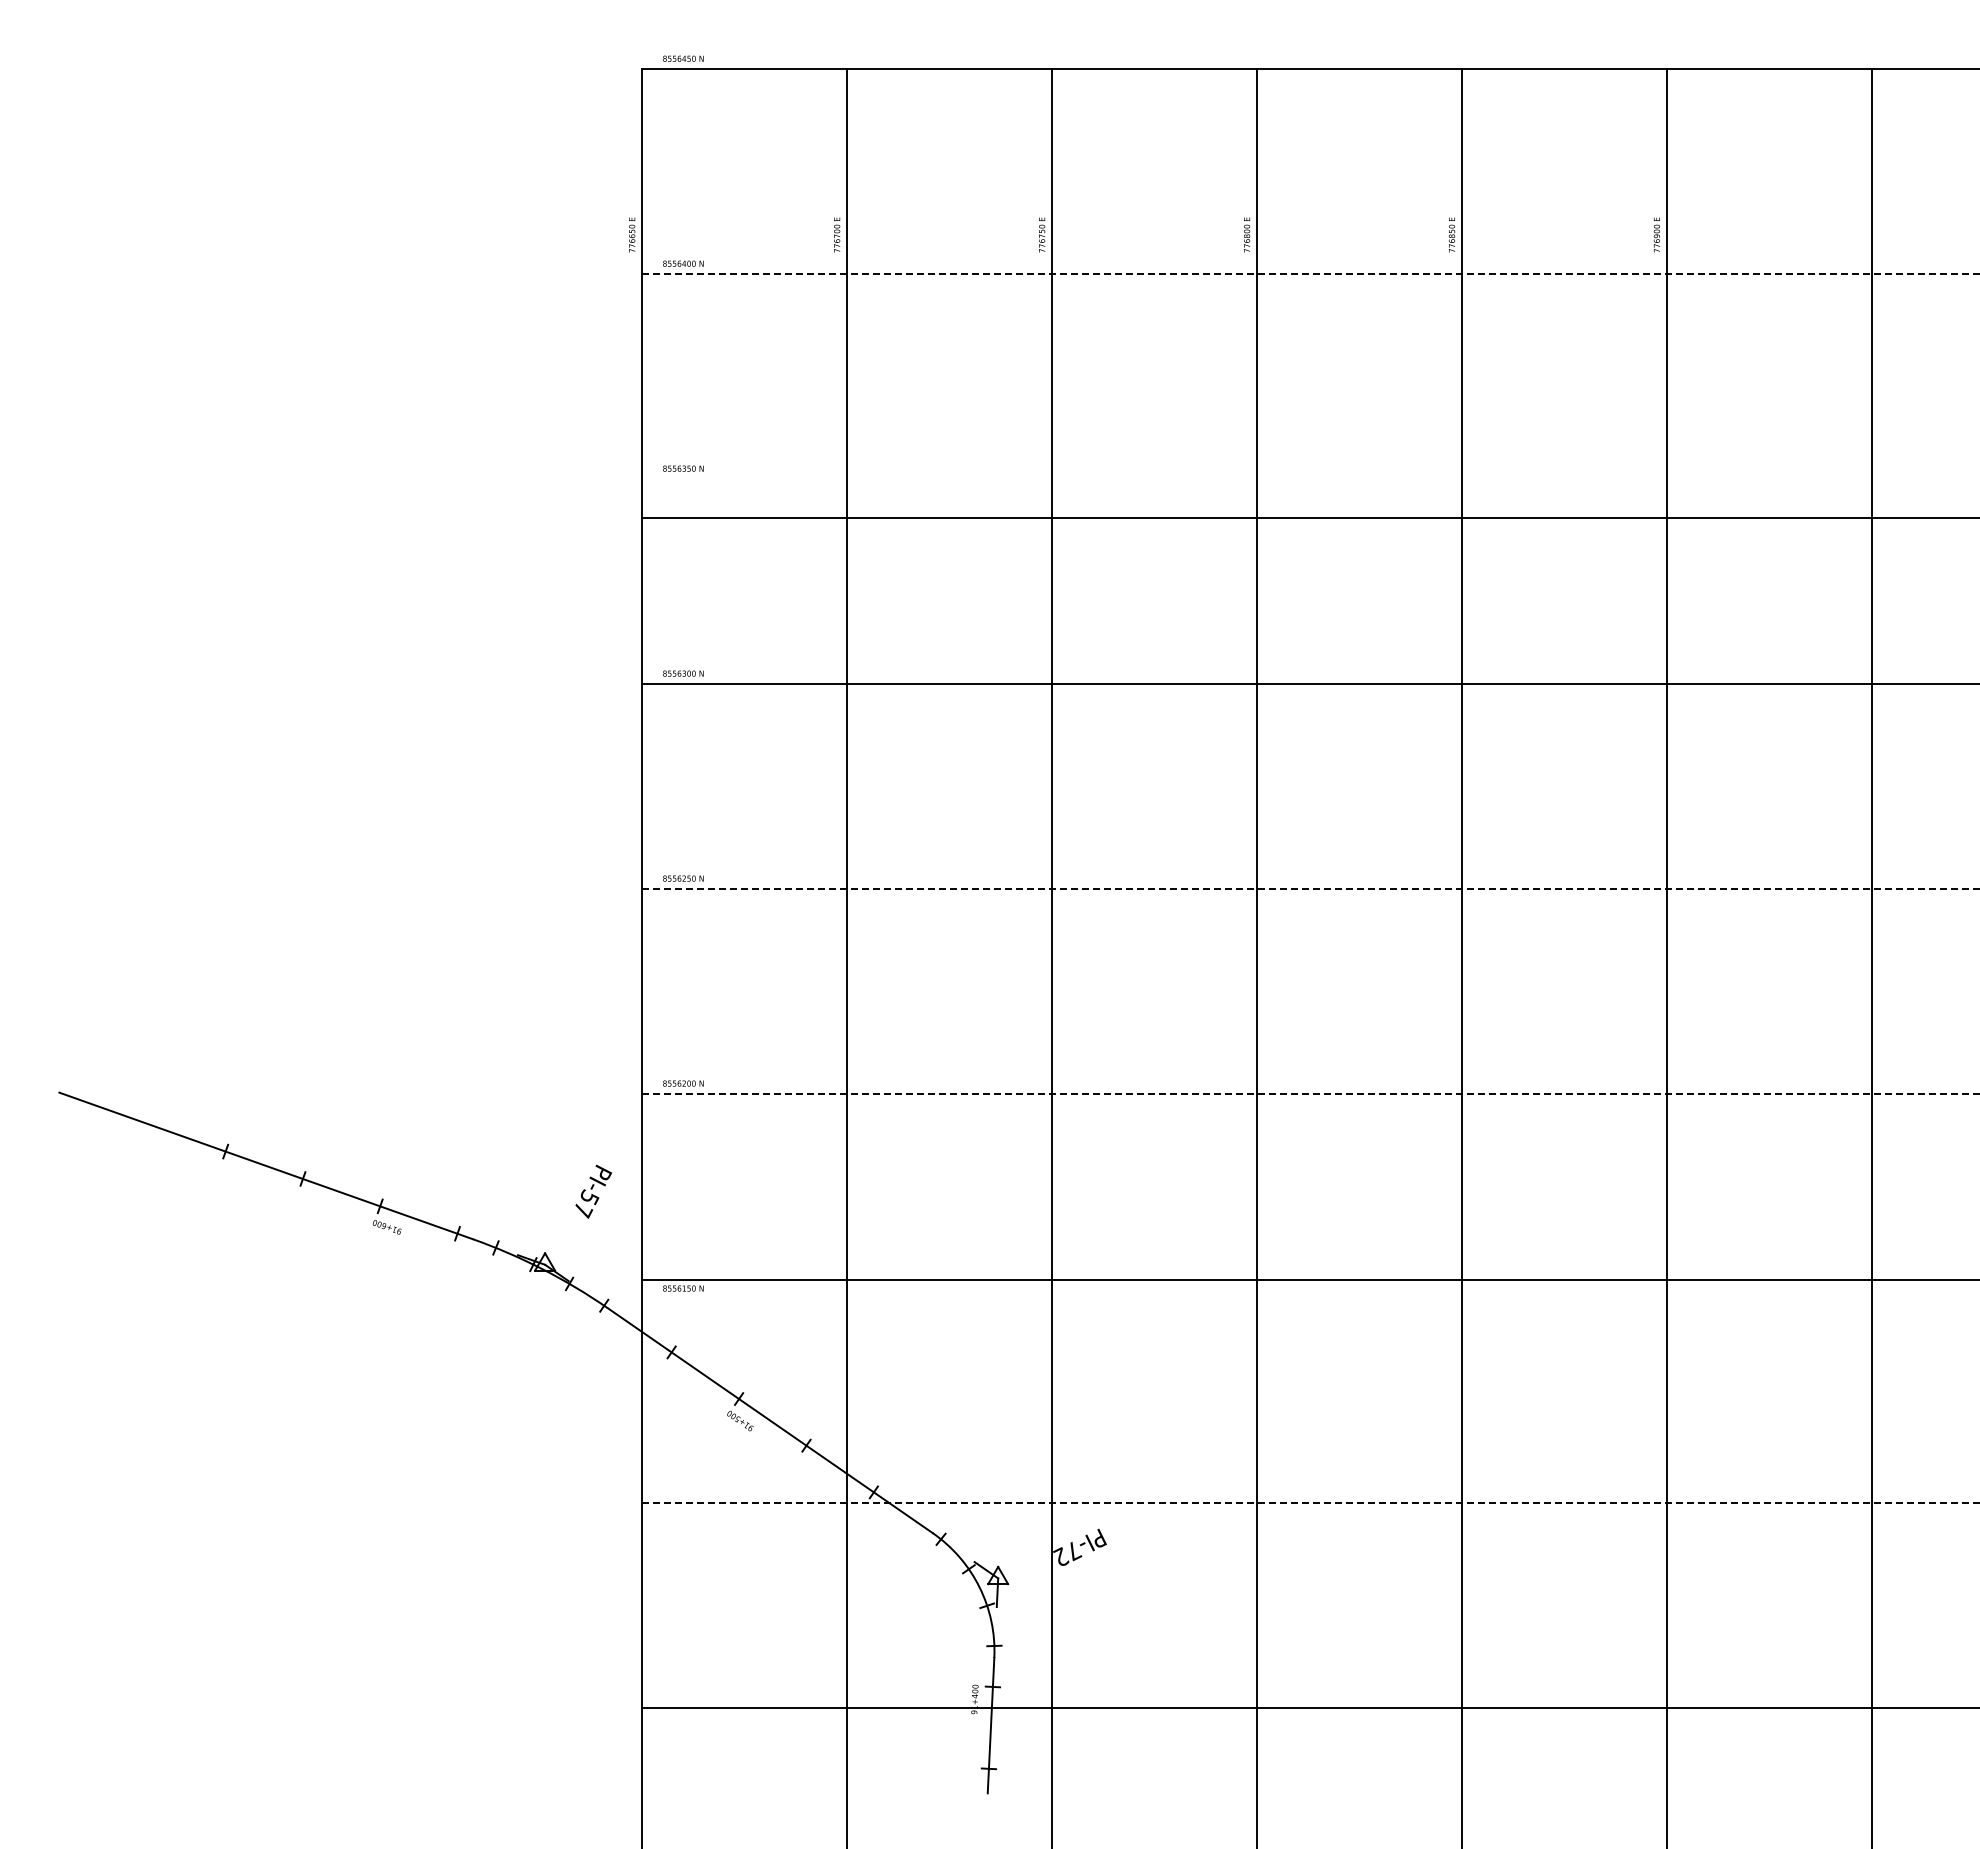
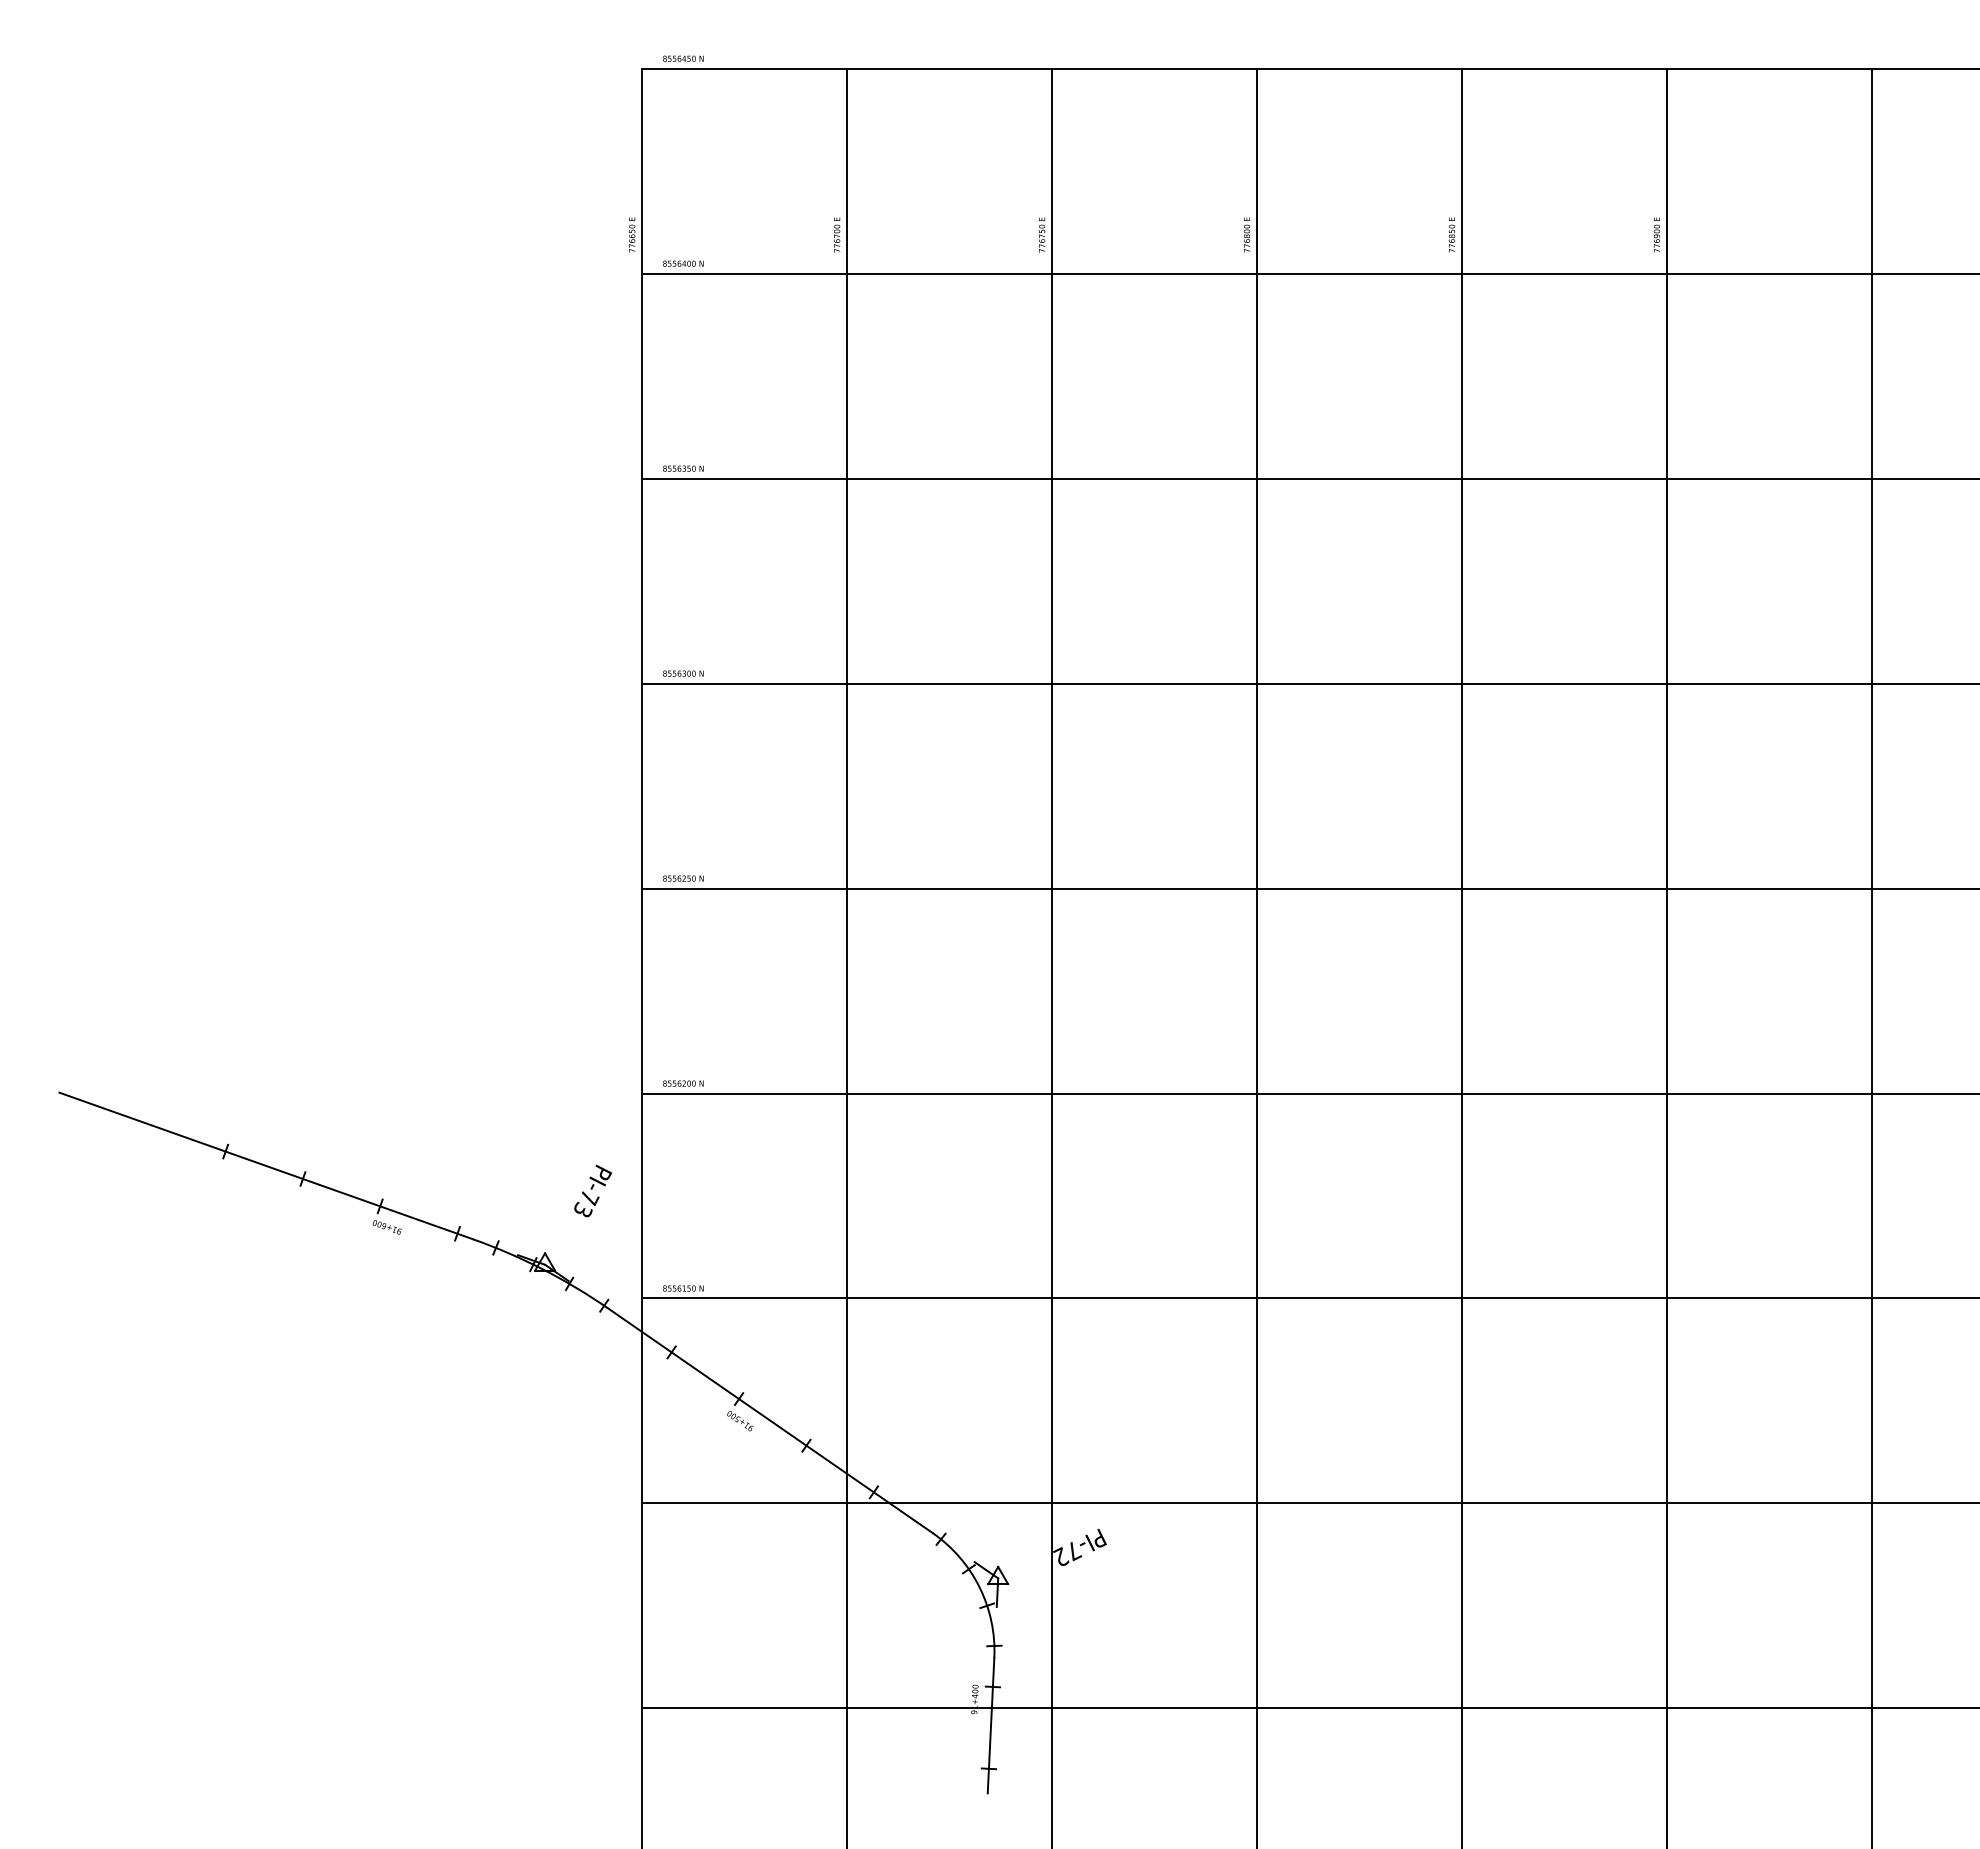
line at (1310, 273): dashed -> solid
line at (1309, 517) position: (1309, 517) -> (1309, 478)
line at (1310, 888): dashed -> solid
line at (1310, 1093): dashed -> solid
text at (586, 1203): PI-57 -> PI-73
line at (1309, 1280) position: (1309, 1280) -> (1309, 1298)
line at (1310, 1503): dashed -> solid
